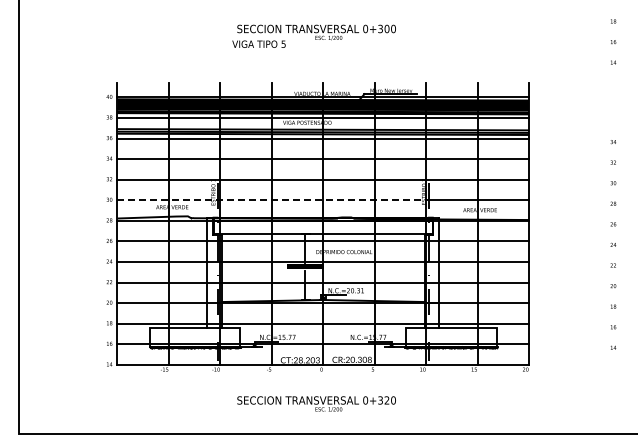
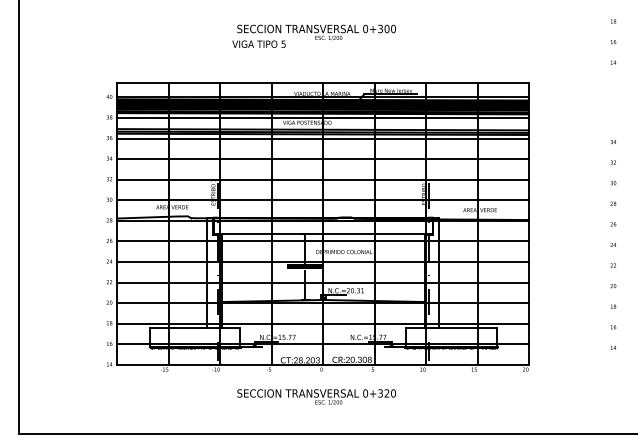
line at (322, 82): none -> present
line at (272, 200): dashed -> solid
text at (316, 403) position: (316, 403) -> (316, 396)
